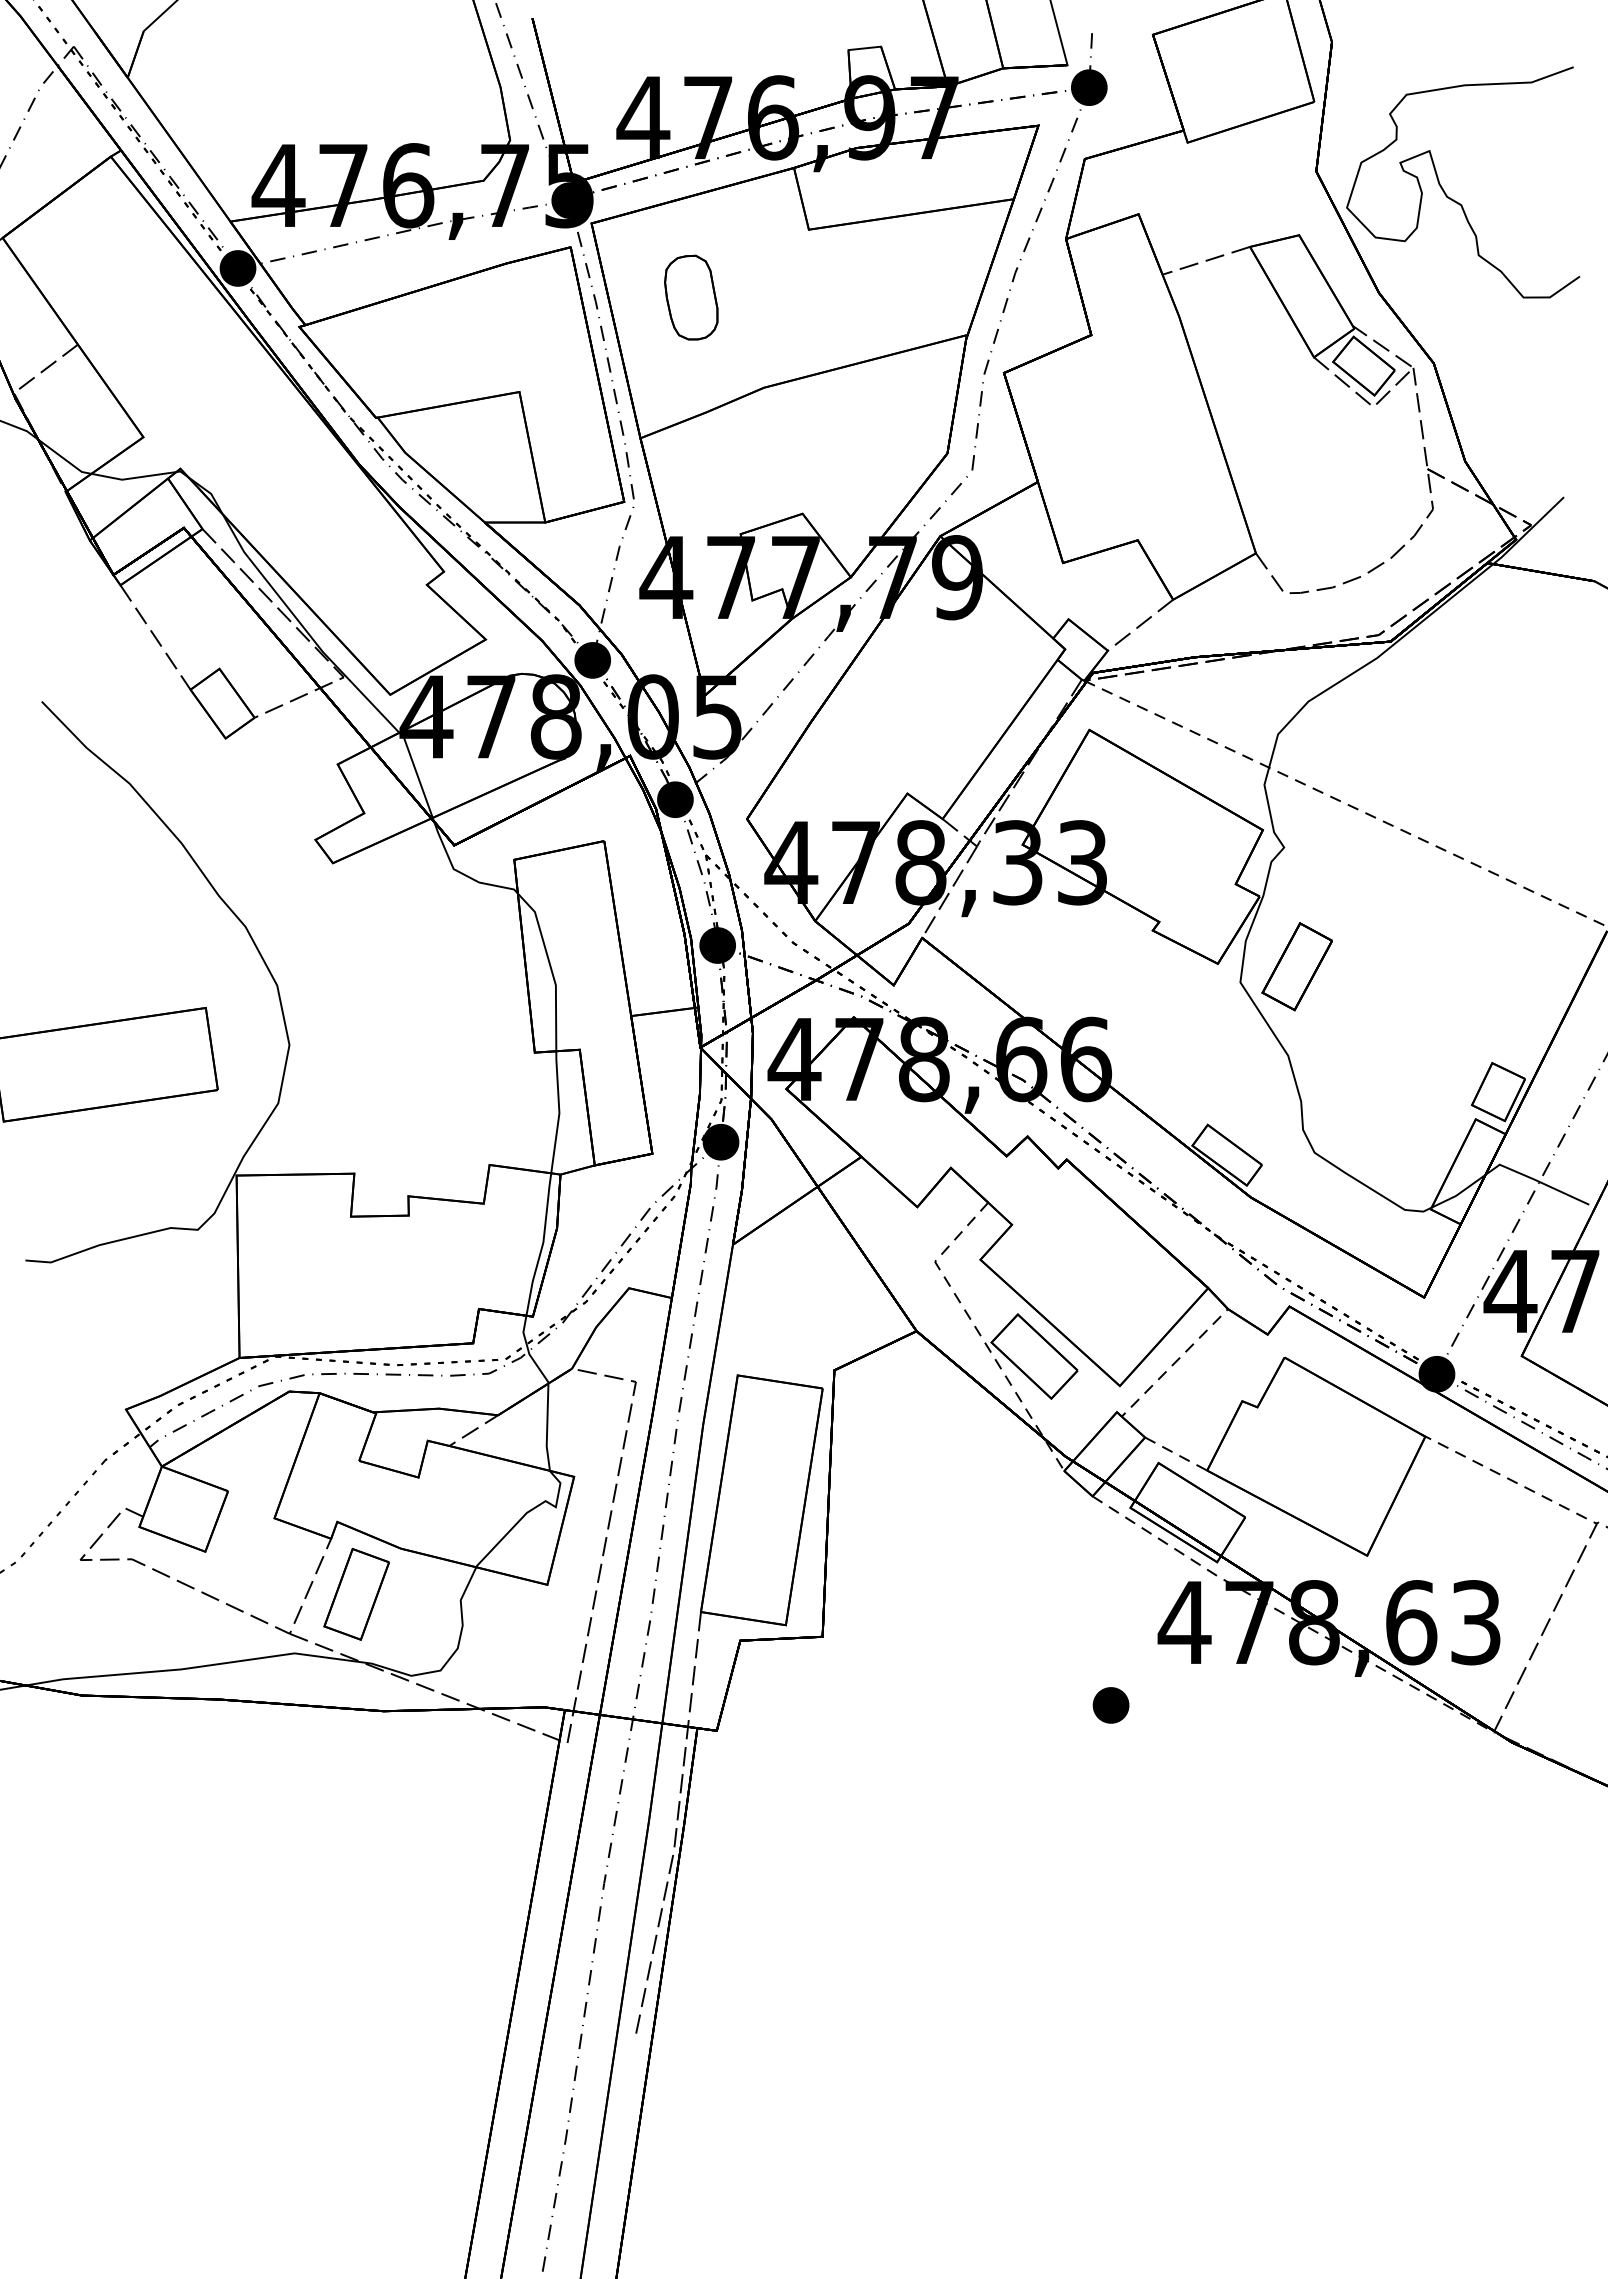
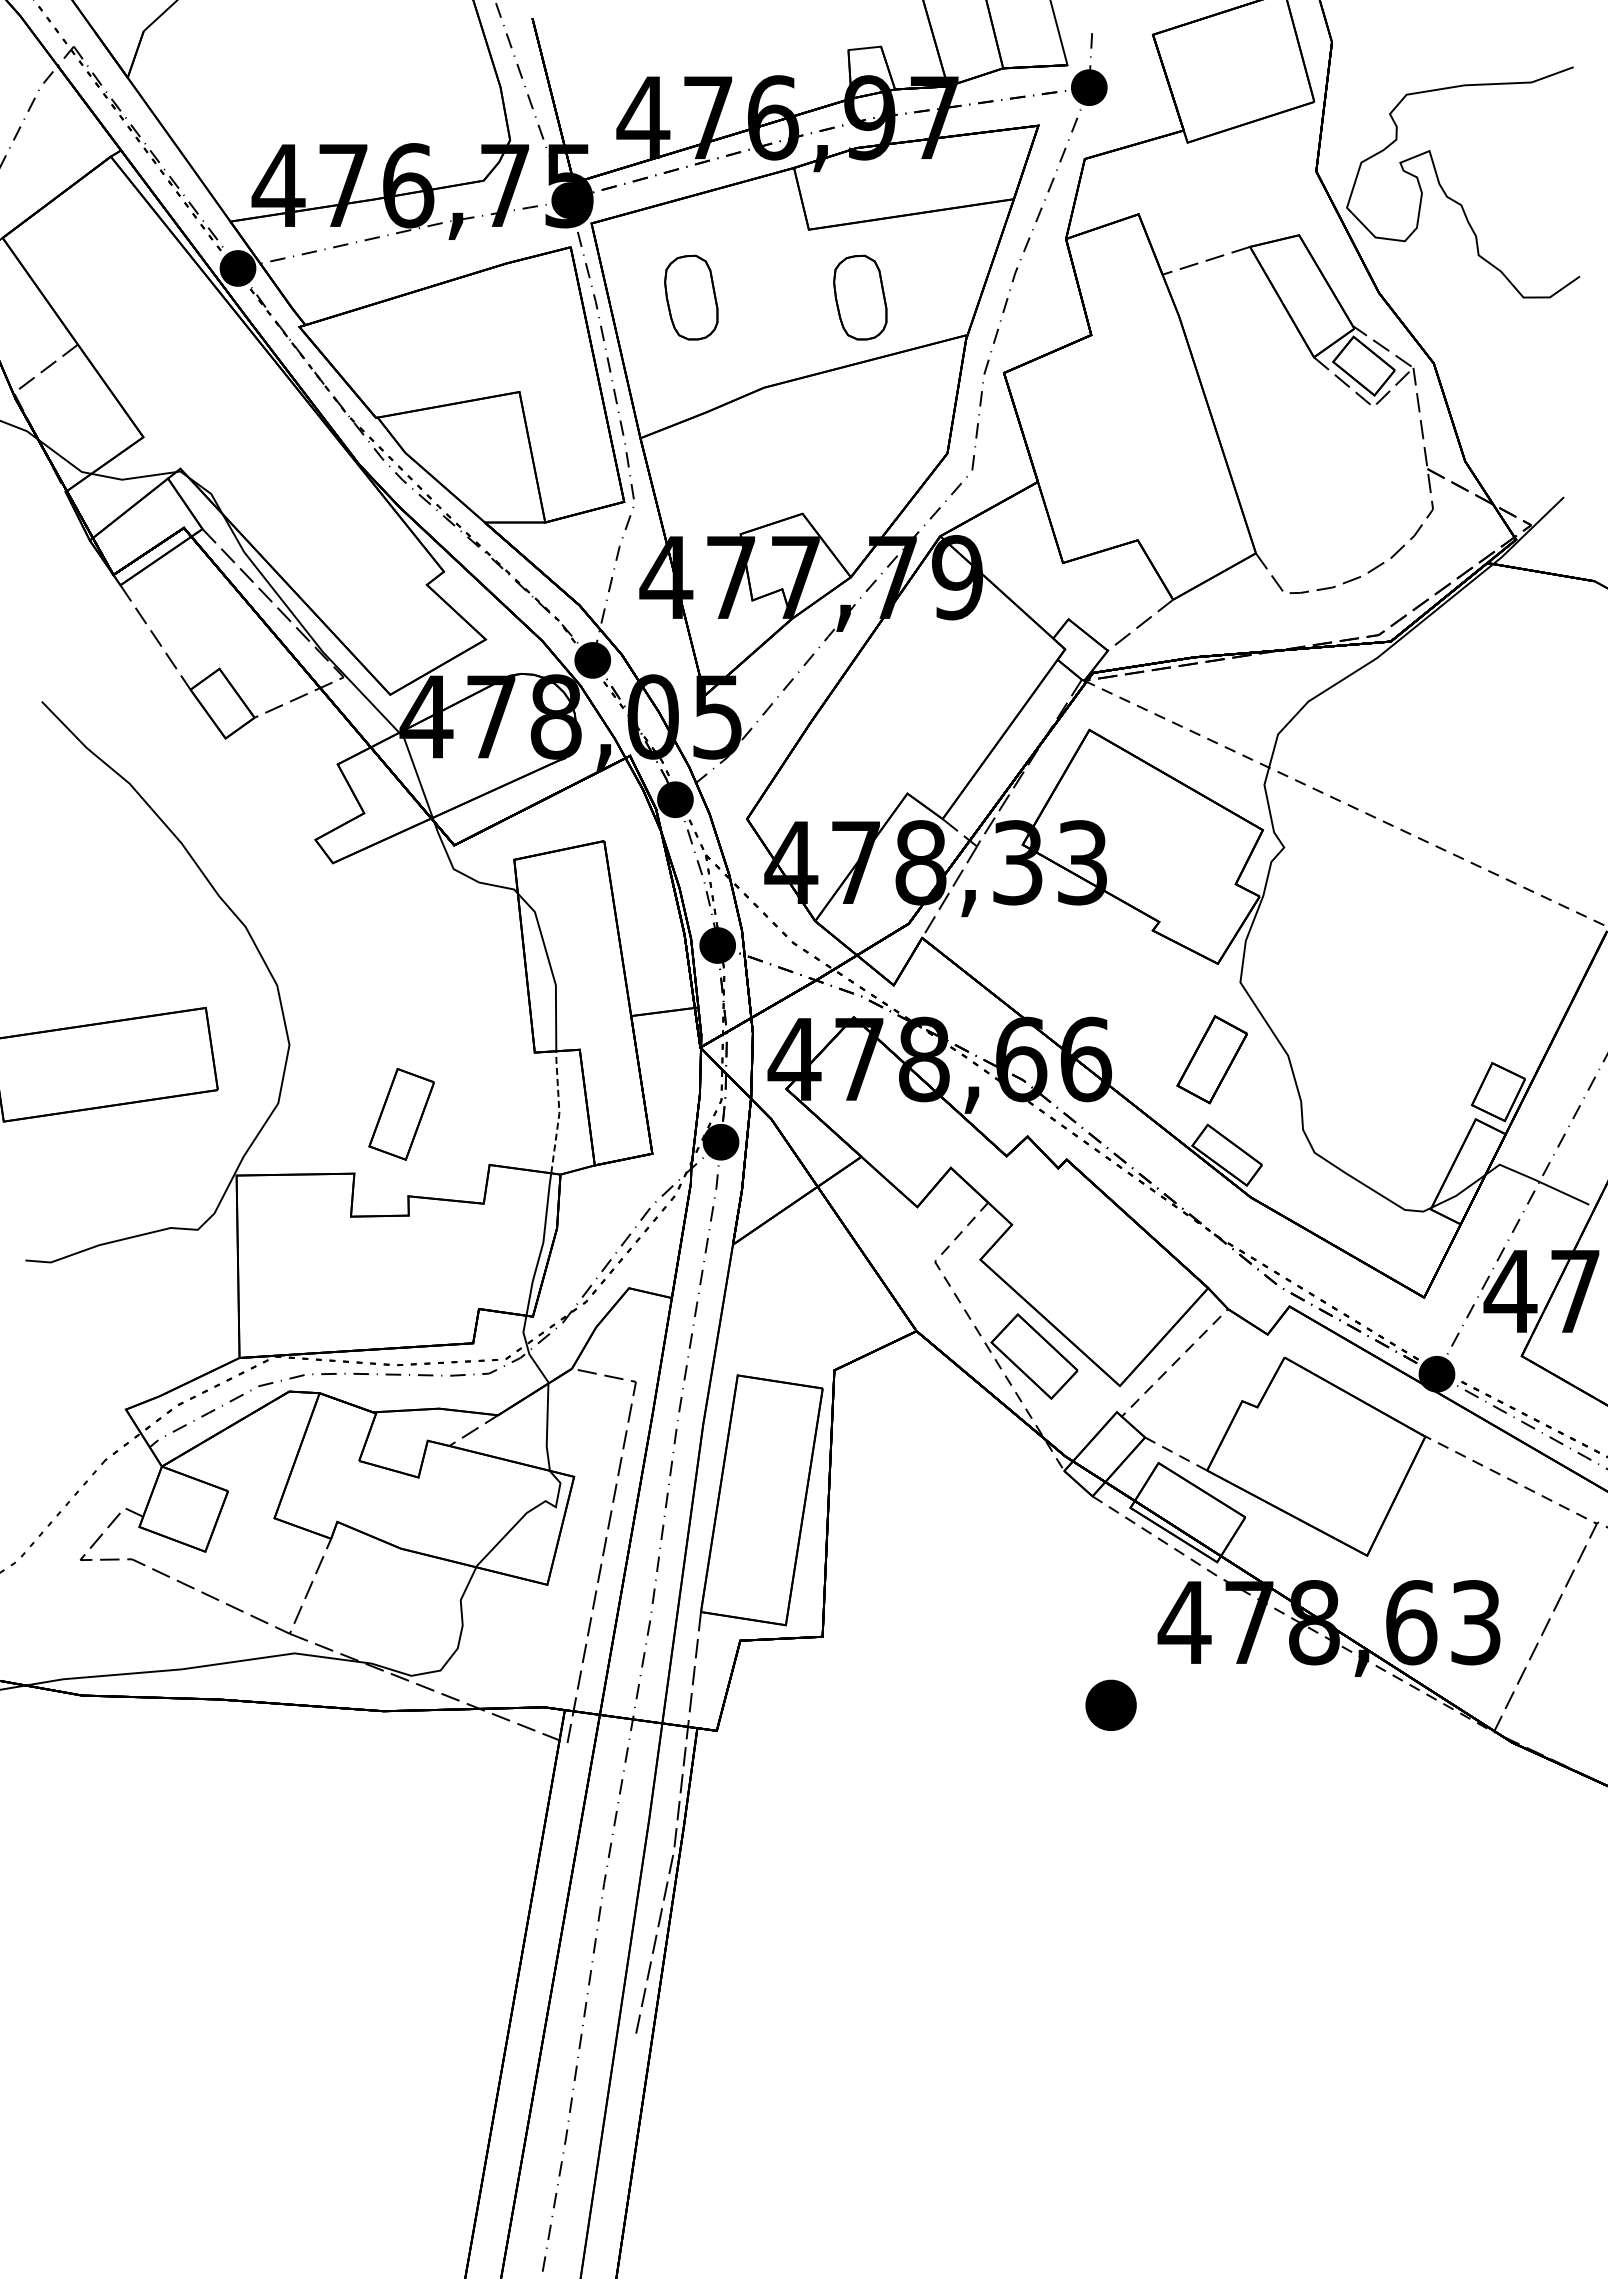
part at (860, 297): none -> present
part at (1296, 966) position: (1296, 966) -> (1211, 1059)
line at (559, 1112): solid -> dashed
part at (356, 1593) position: (356, 1593) -> (401, 1113)
part at (1110, 1705) size: 38x37 px -> 52x52 px
